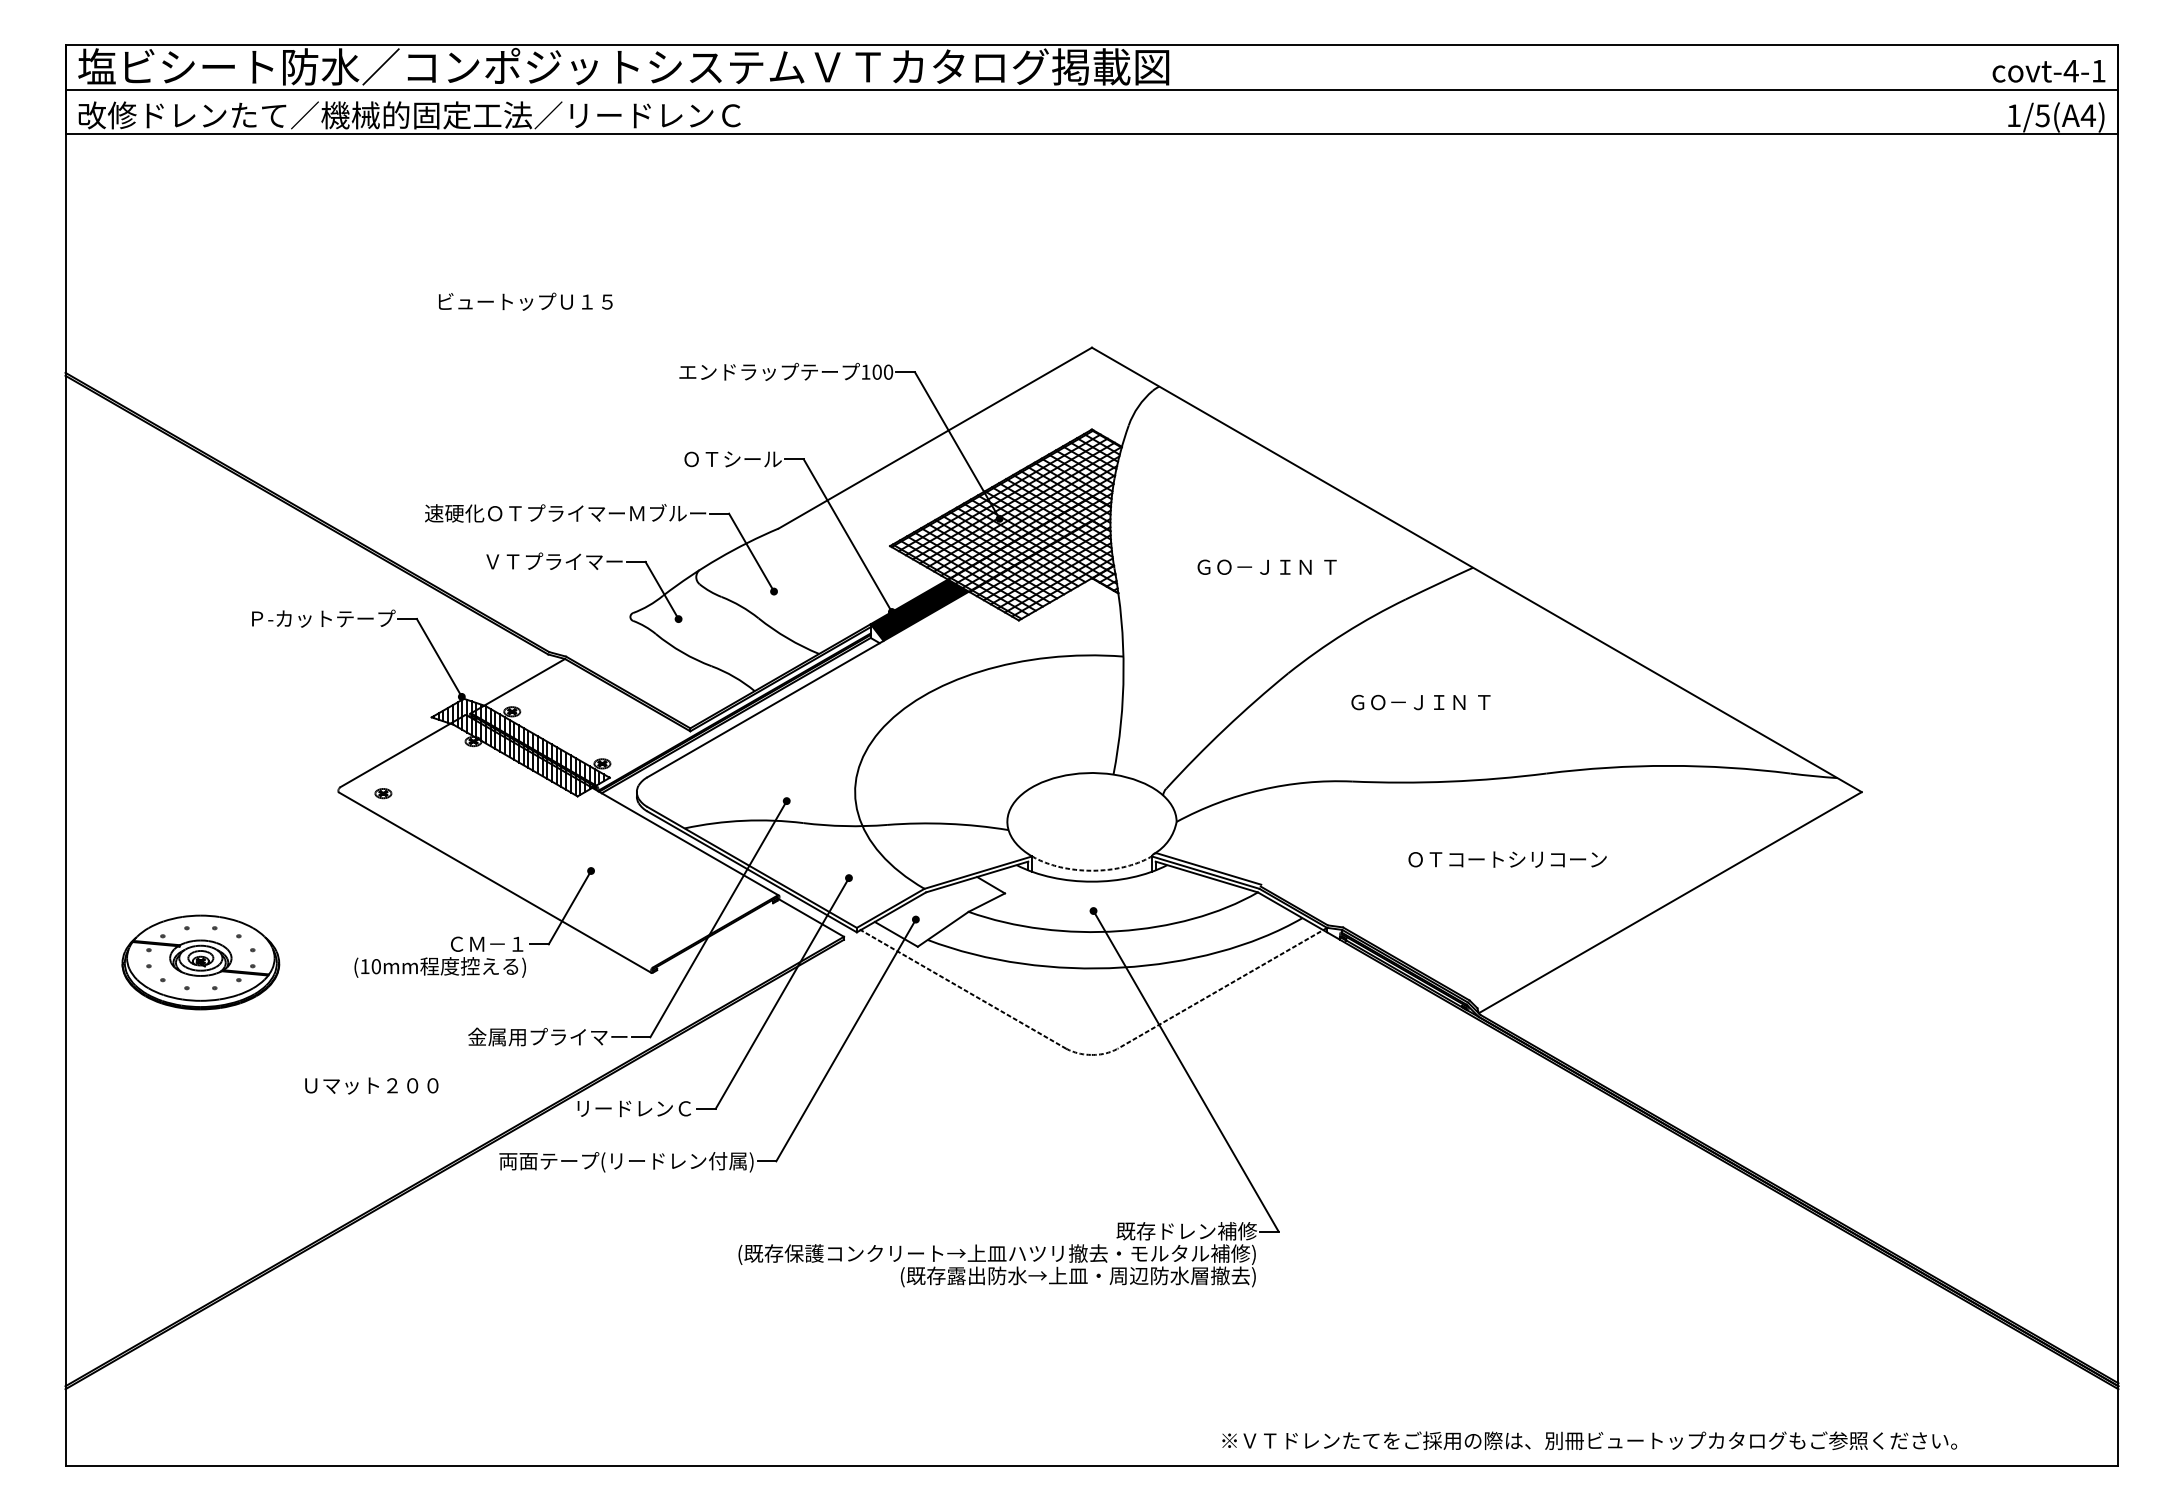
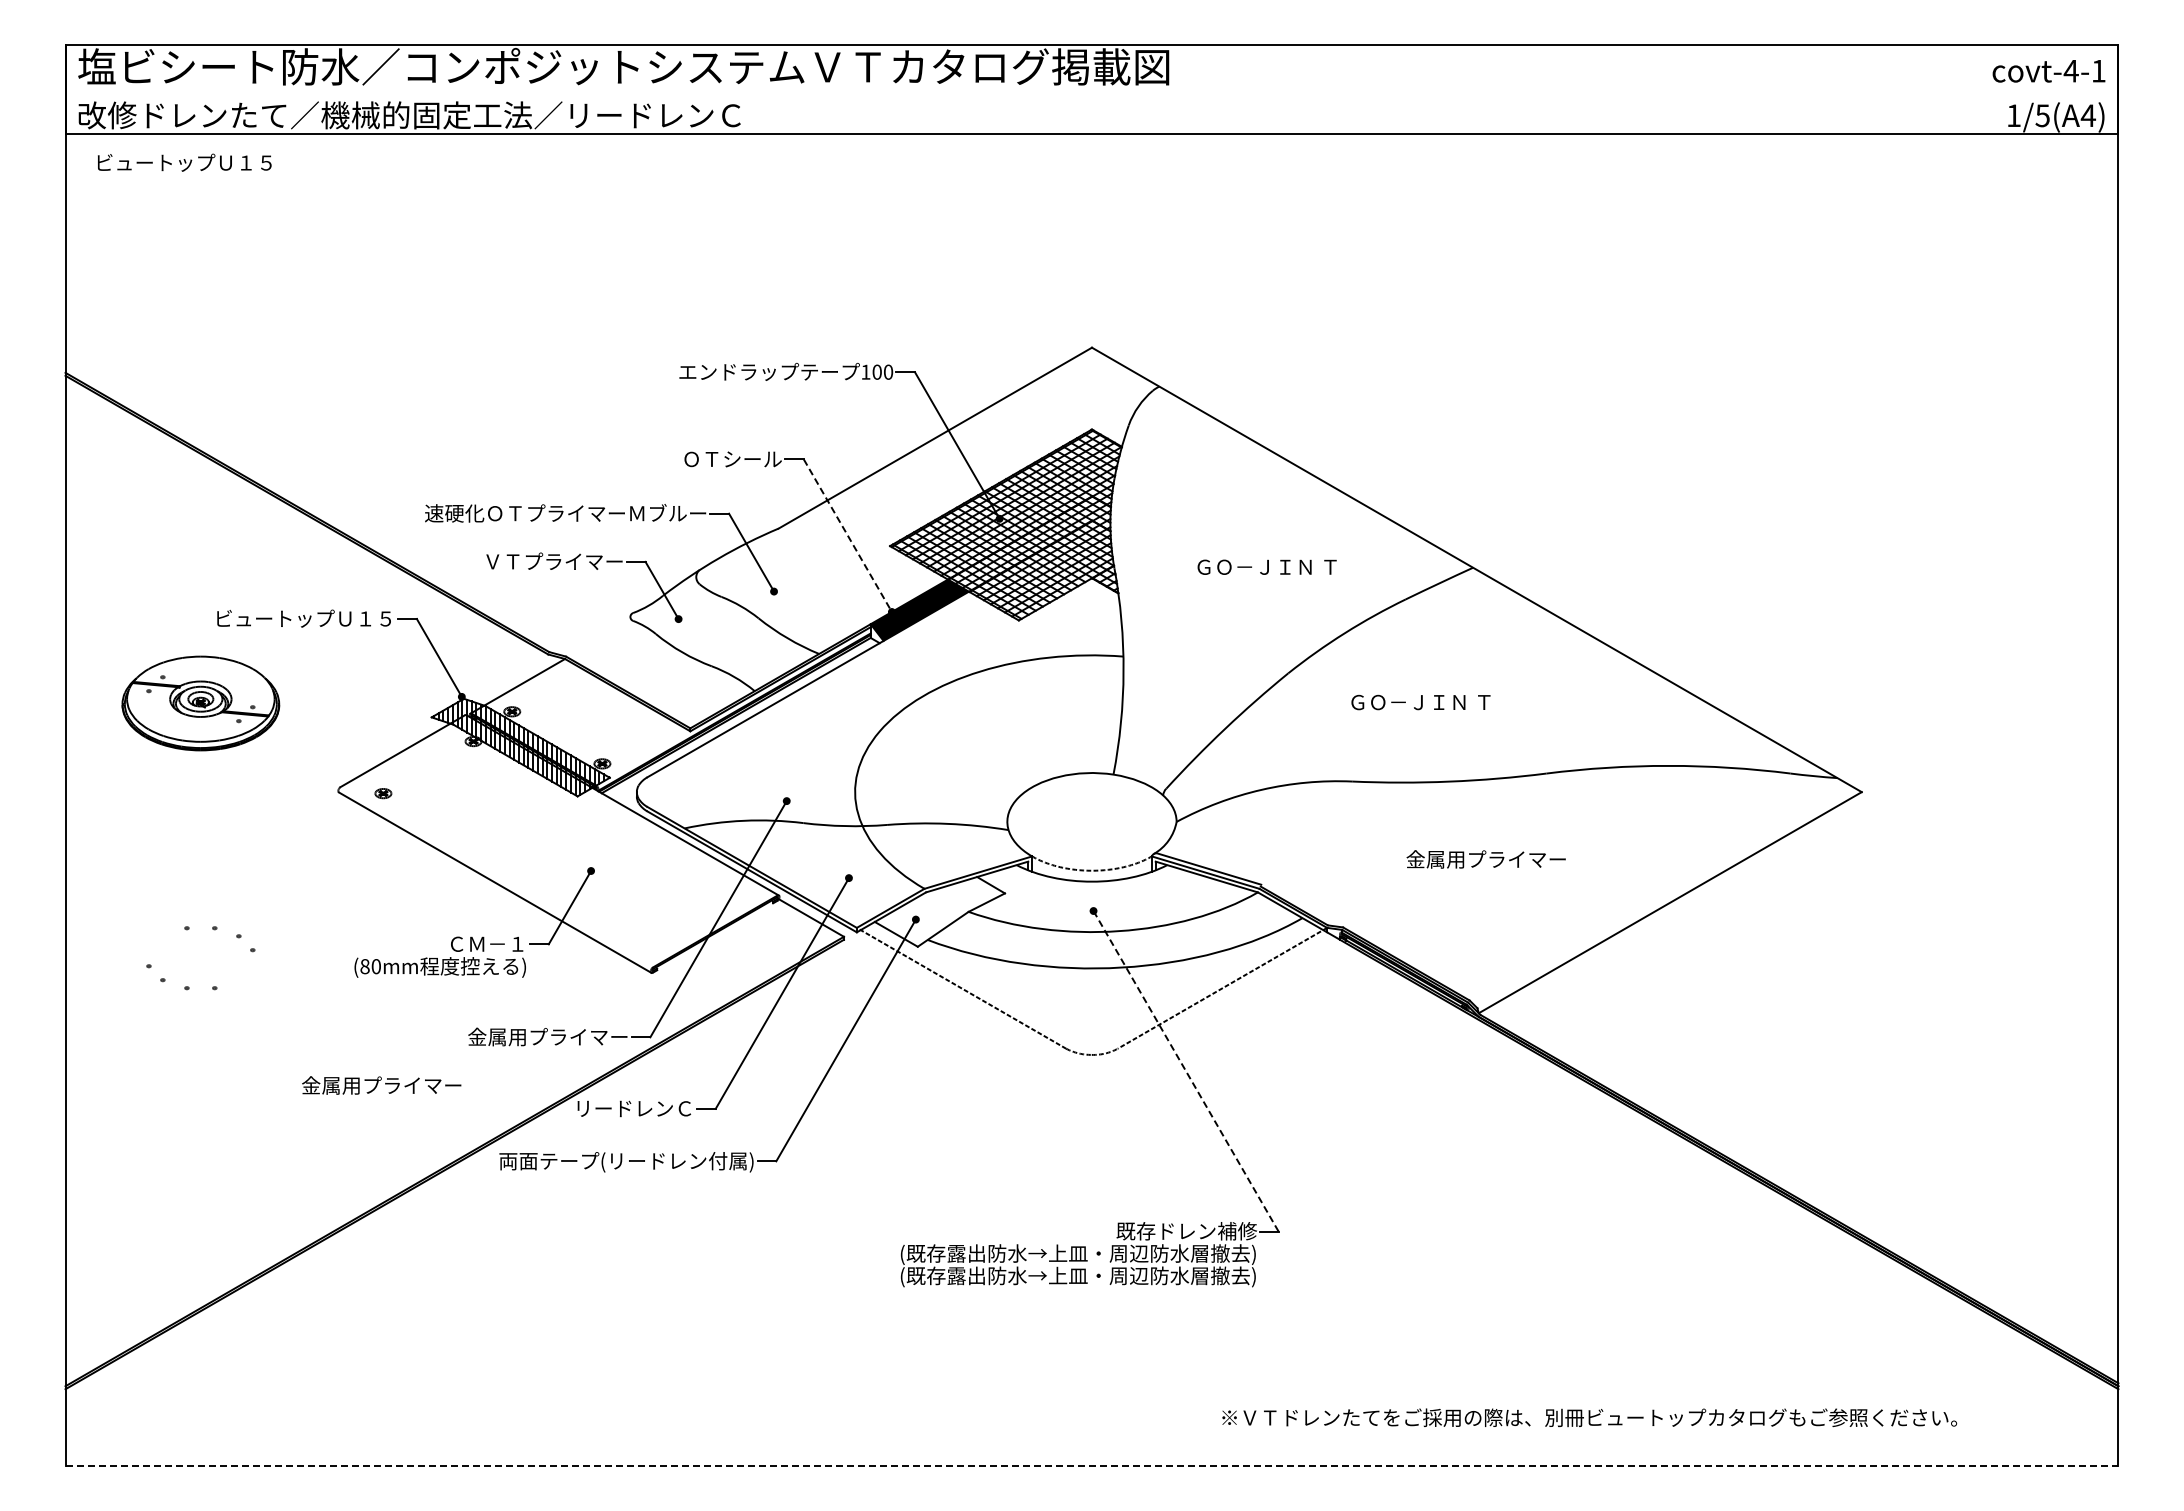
line at (1091, 89): present -> none
text at (525, 301) position: (525, 301) -> (184, 162)
line at (848, 536): solid -> dashed
text at (306, 618): Ｐ-カットテープ -> ビュートップＵ１５
text at (1506, 859): ＯＴコートシリコーン -> 金属用プライマー
part at (200, 962) position: (200, 962) -> (200, 703)
text at (364, 966): (10mm -> (80mm
line at (1185, 1070): solid -> dashed
text at (381, 1085): Ｕマット２００ -> 金属用プライマー
text at (994, 1254): (既存保護コンクリート→上皿ハツリ撤去・モルタル補修) -> (既存露出防水→上皿・周辺防水層撤去)
text at (1589, 1440) position: (1589, 1440) -> (1589, 1417)
line at (1092, 1465): solid -> dashed
